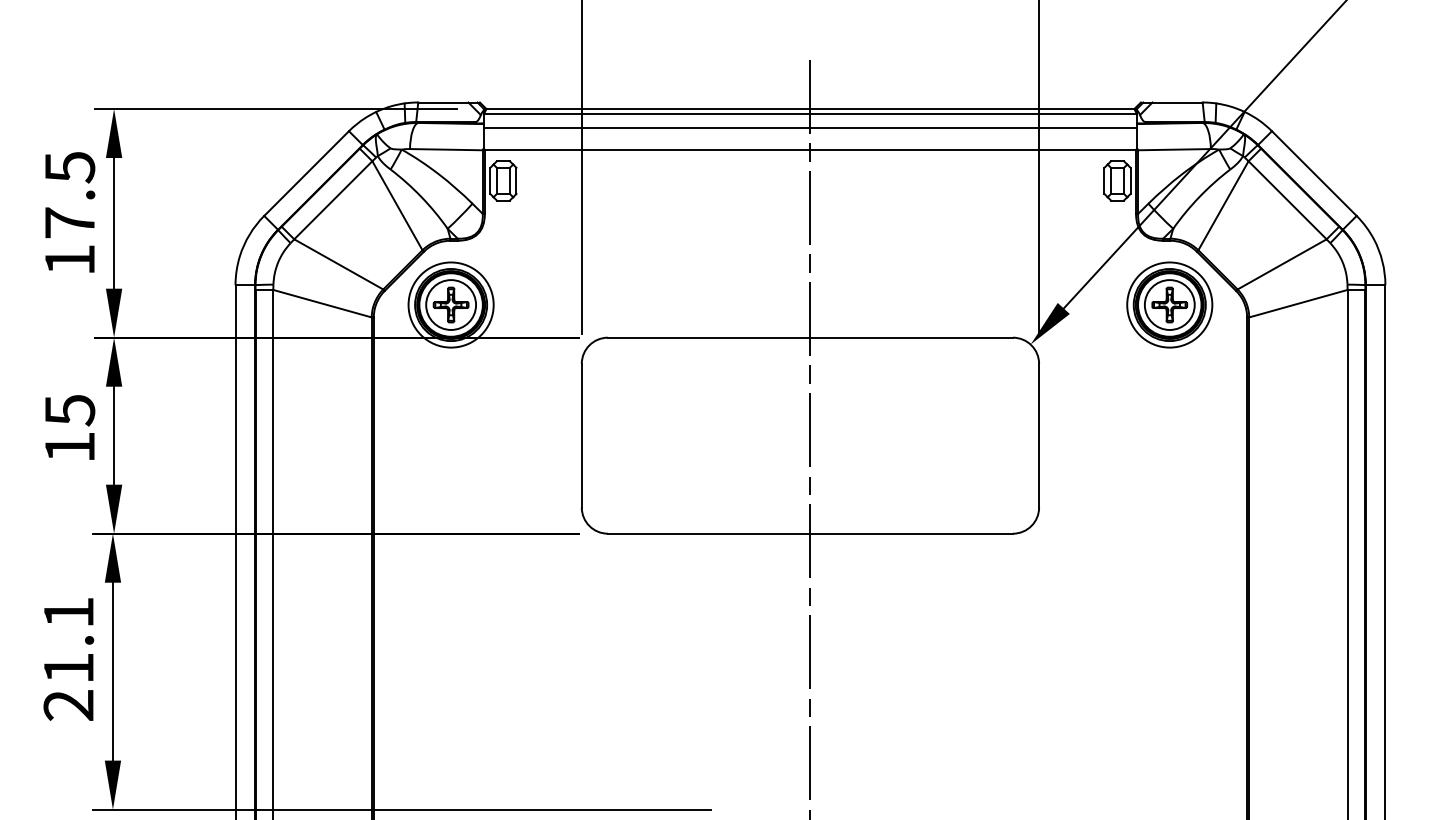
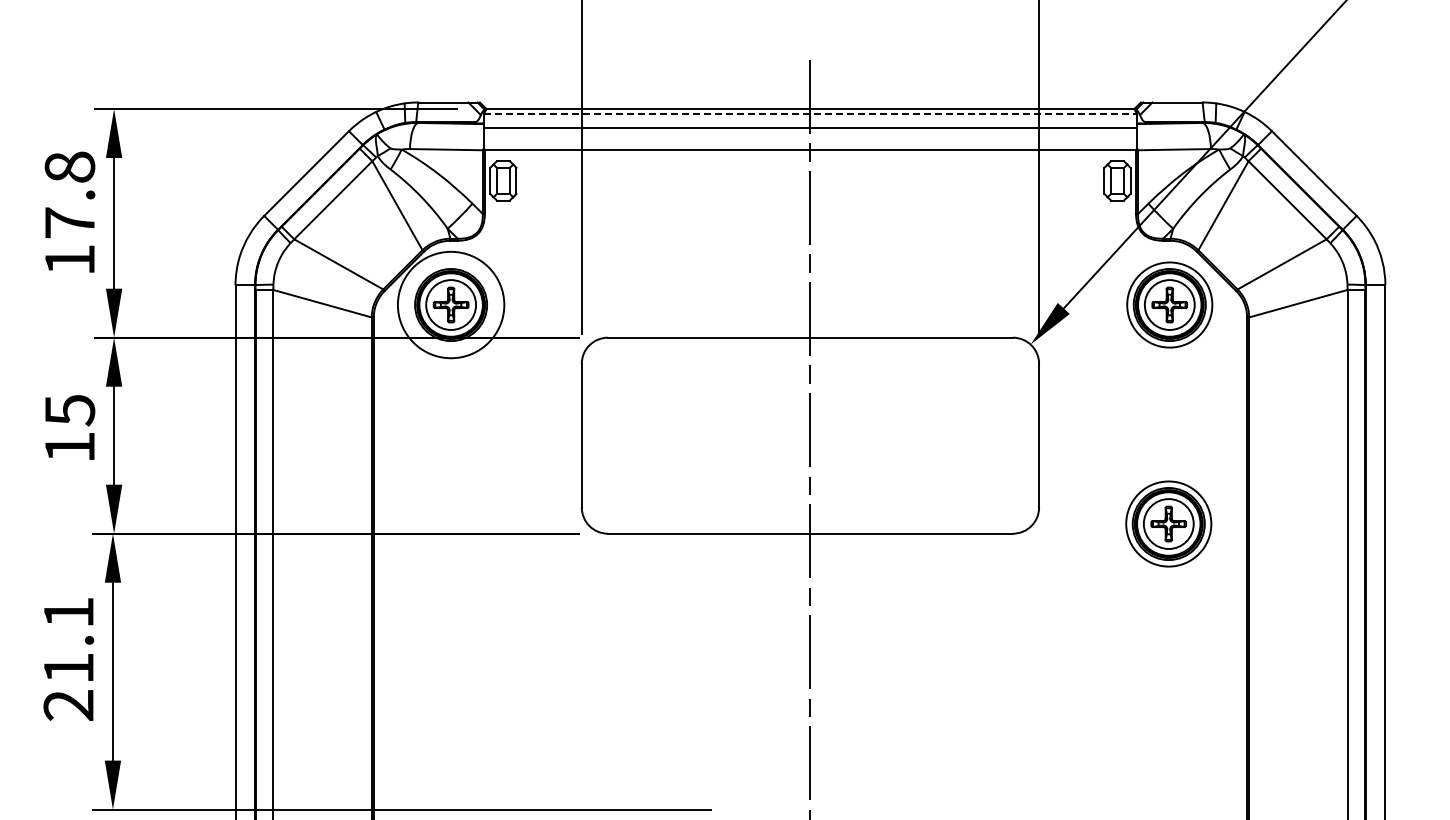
line at (810, 114): solid -> dashed
text at (69, 167): 17.5 -> 17.8
circle at (450, 304) diameter: 85 px -> 106 px
part at (1168, 523): none -> present
